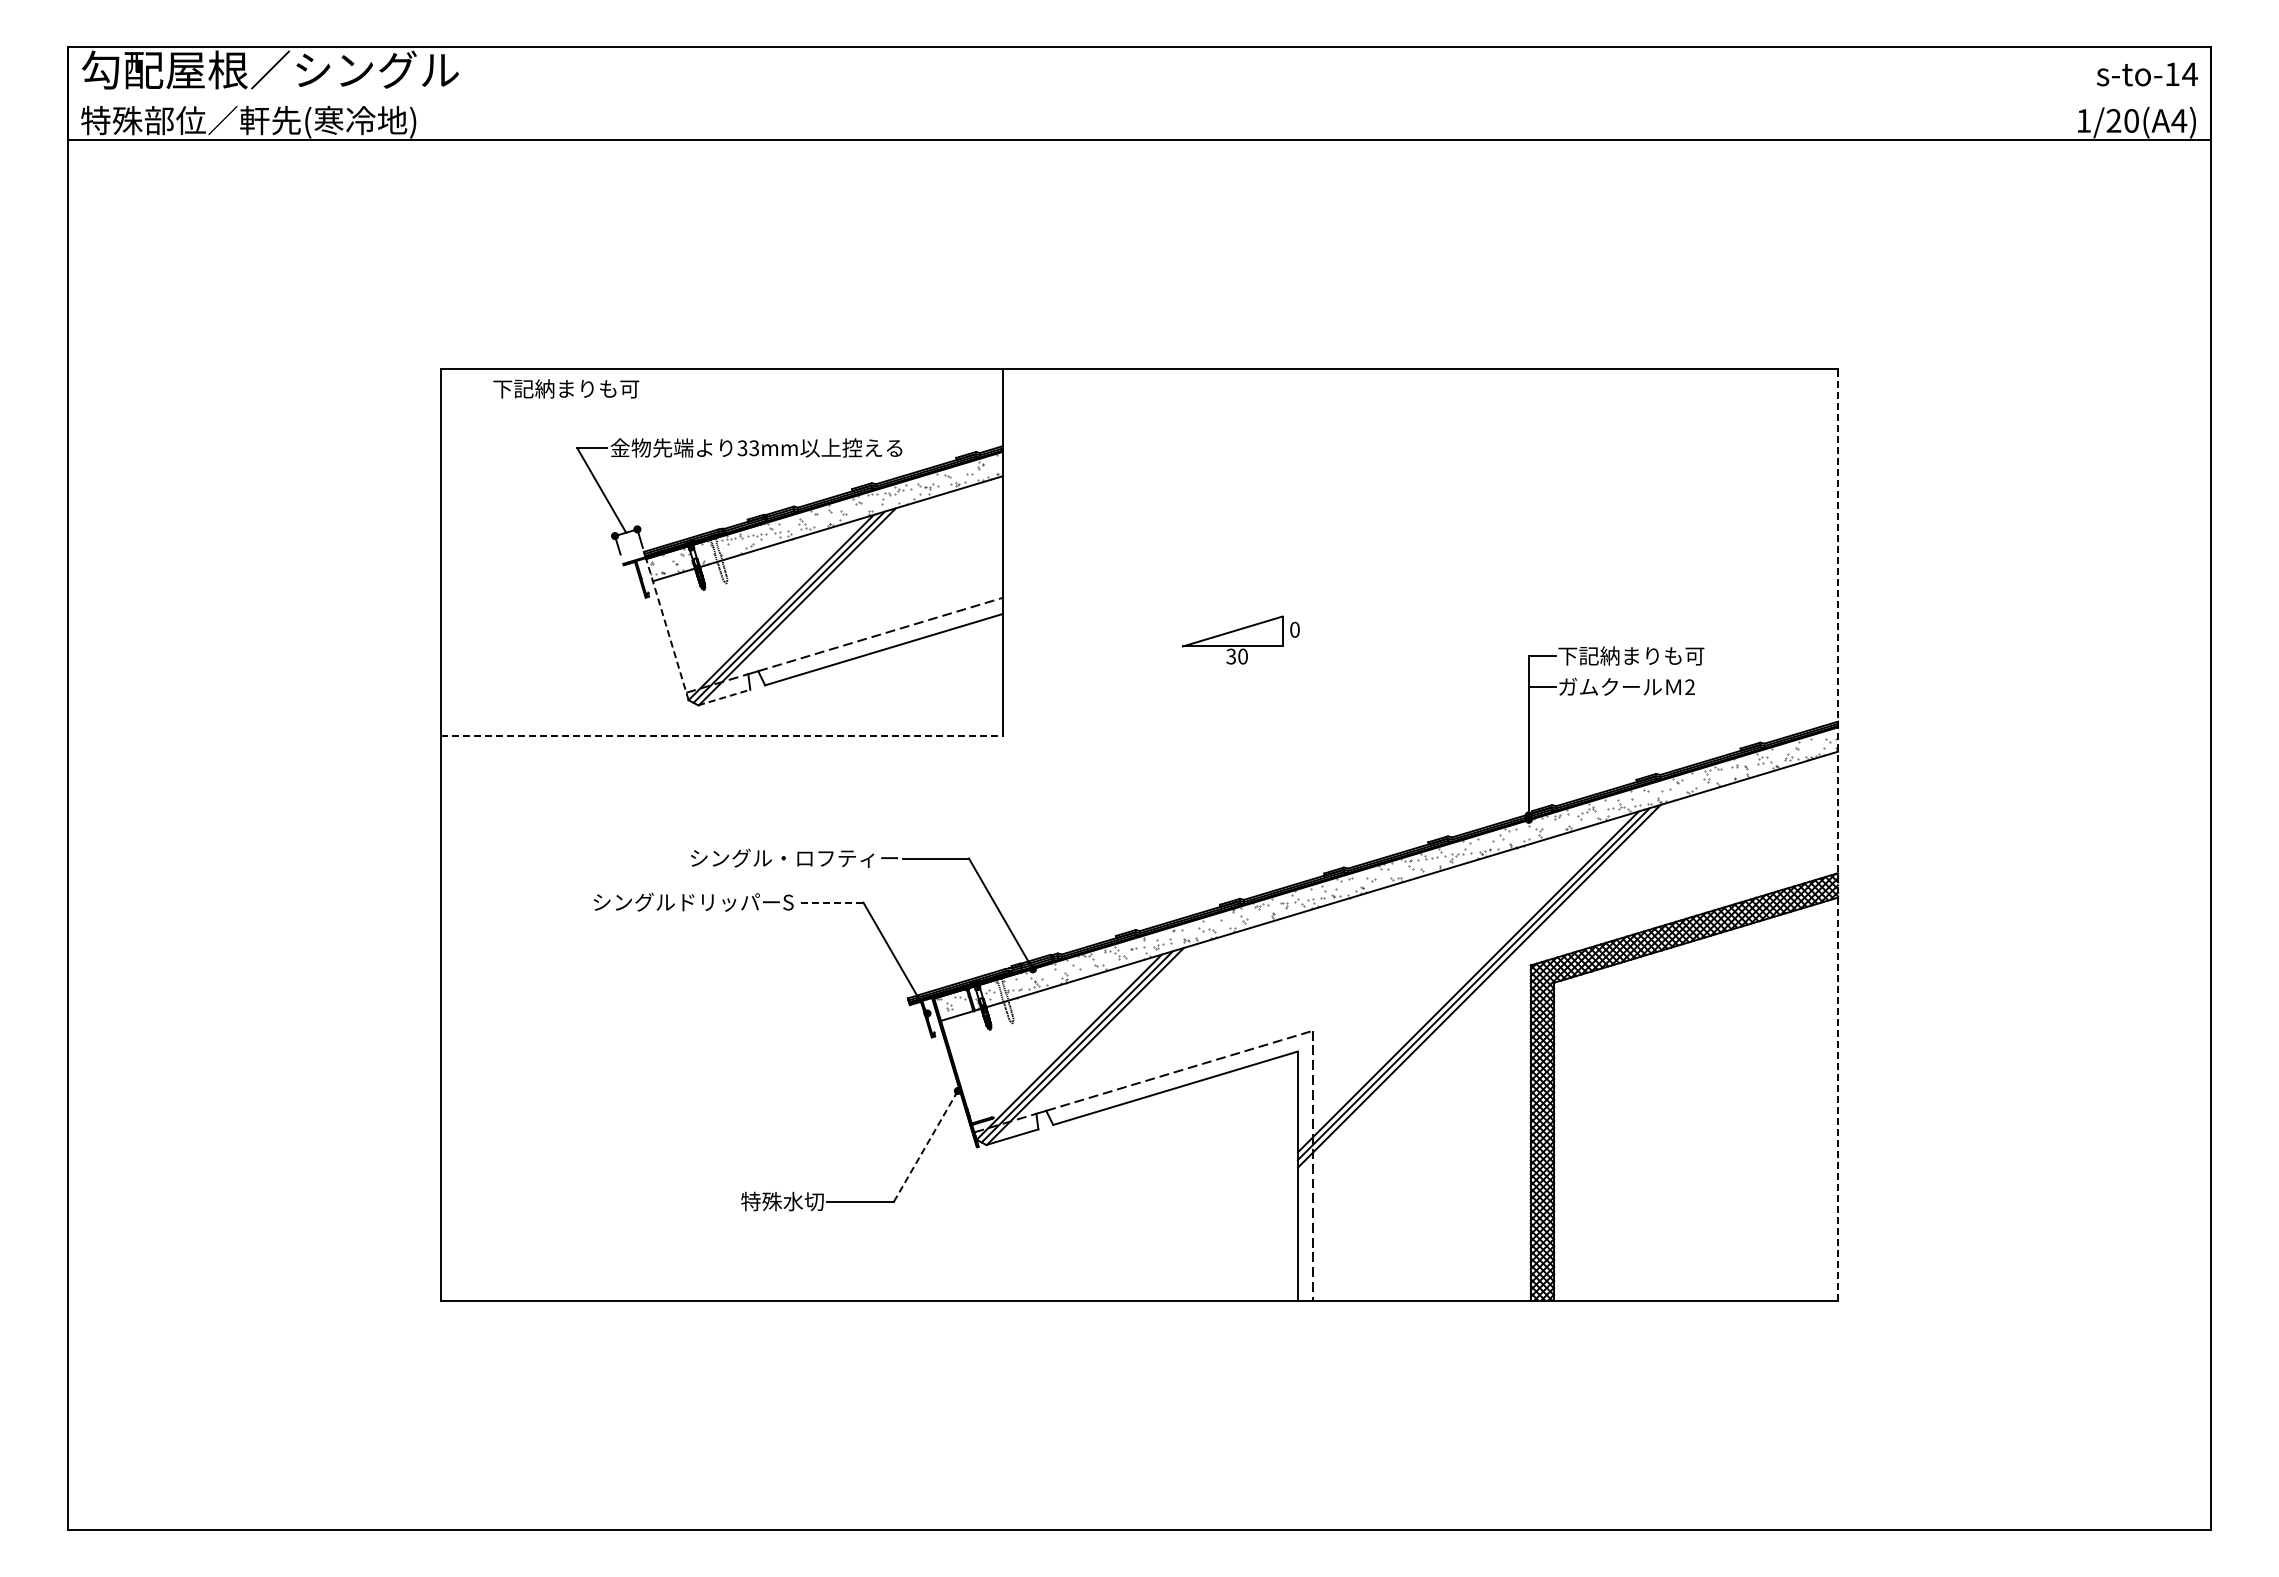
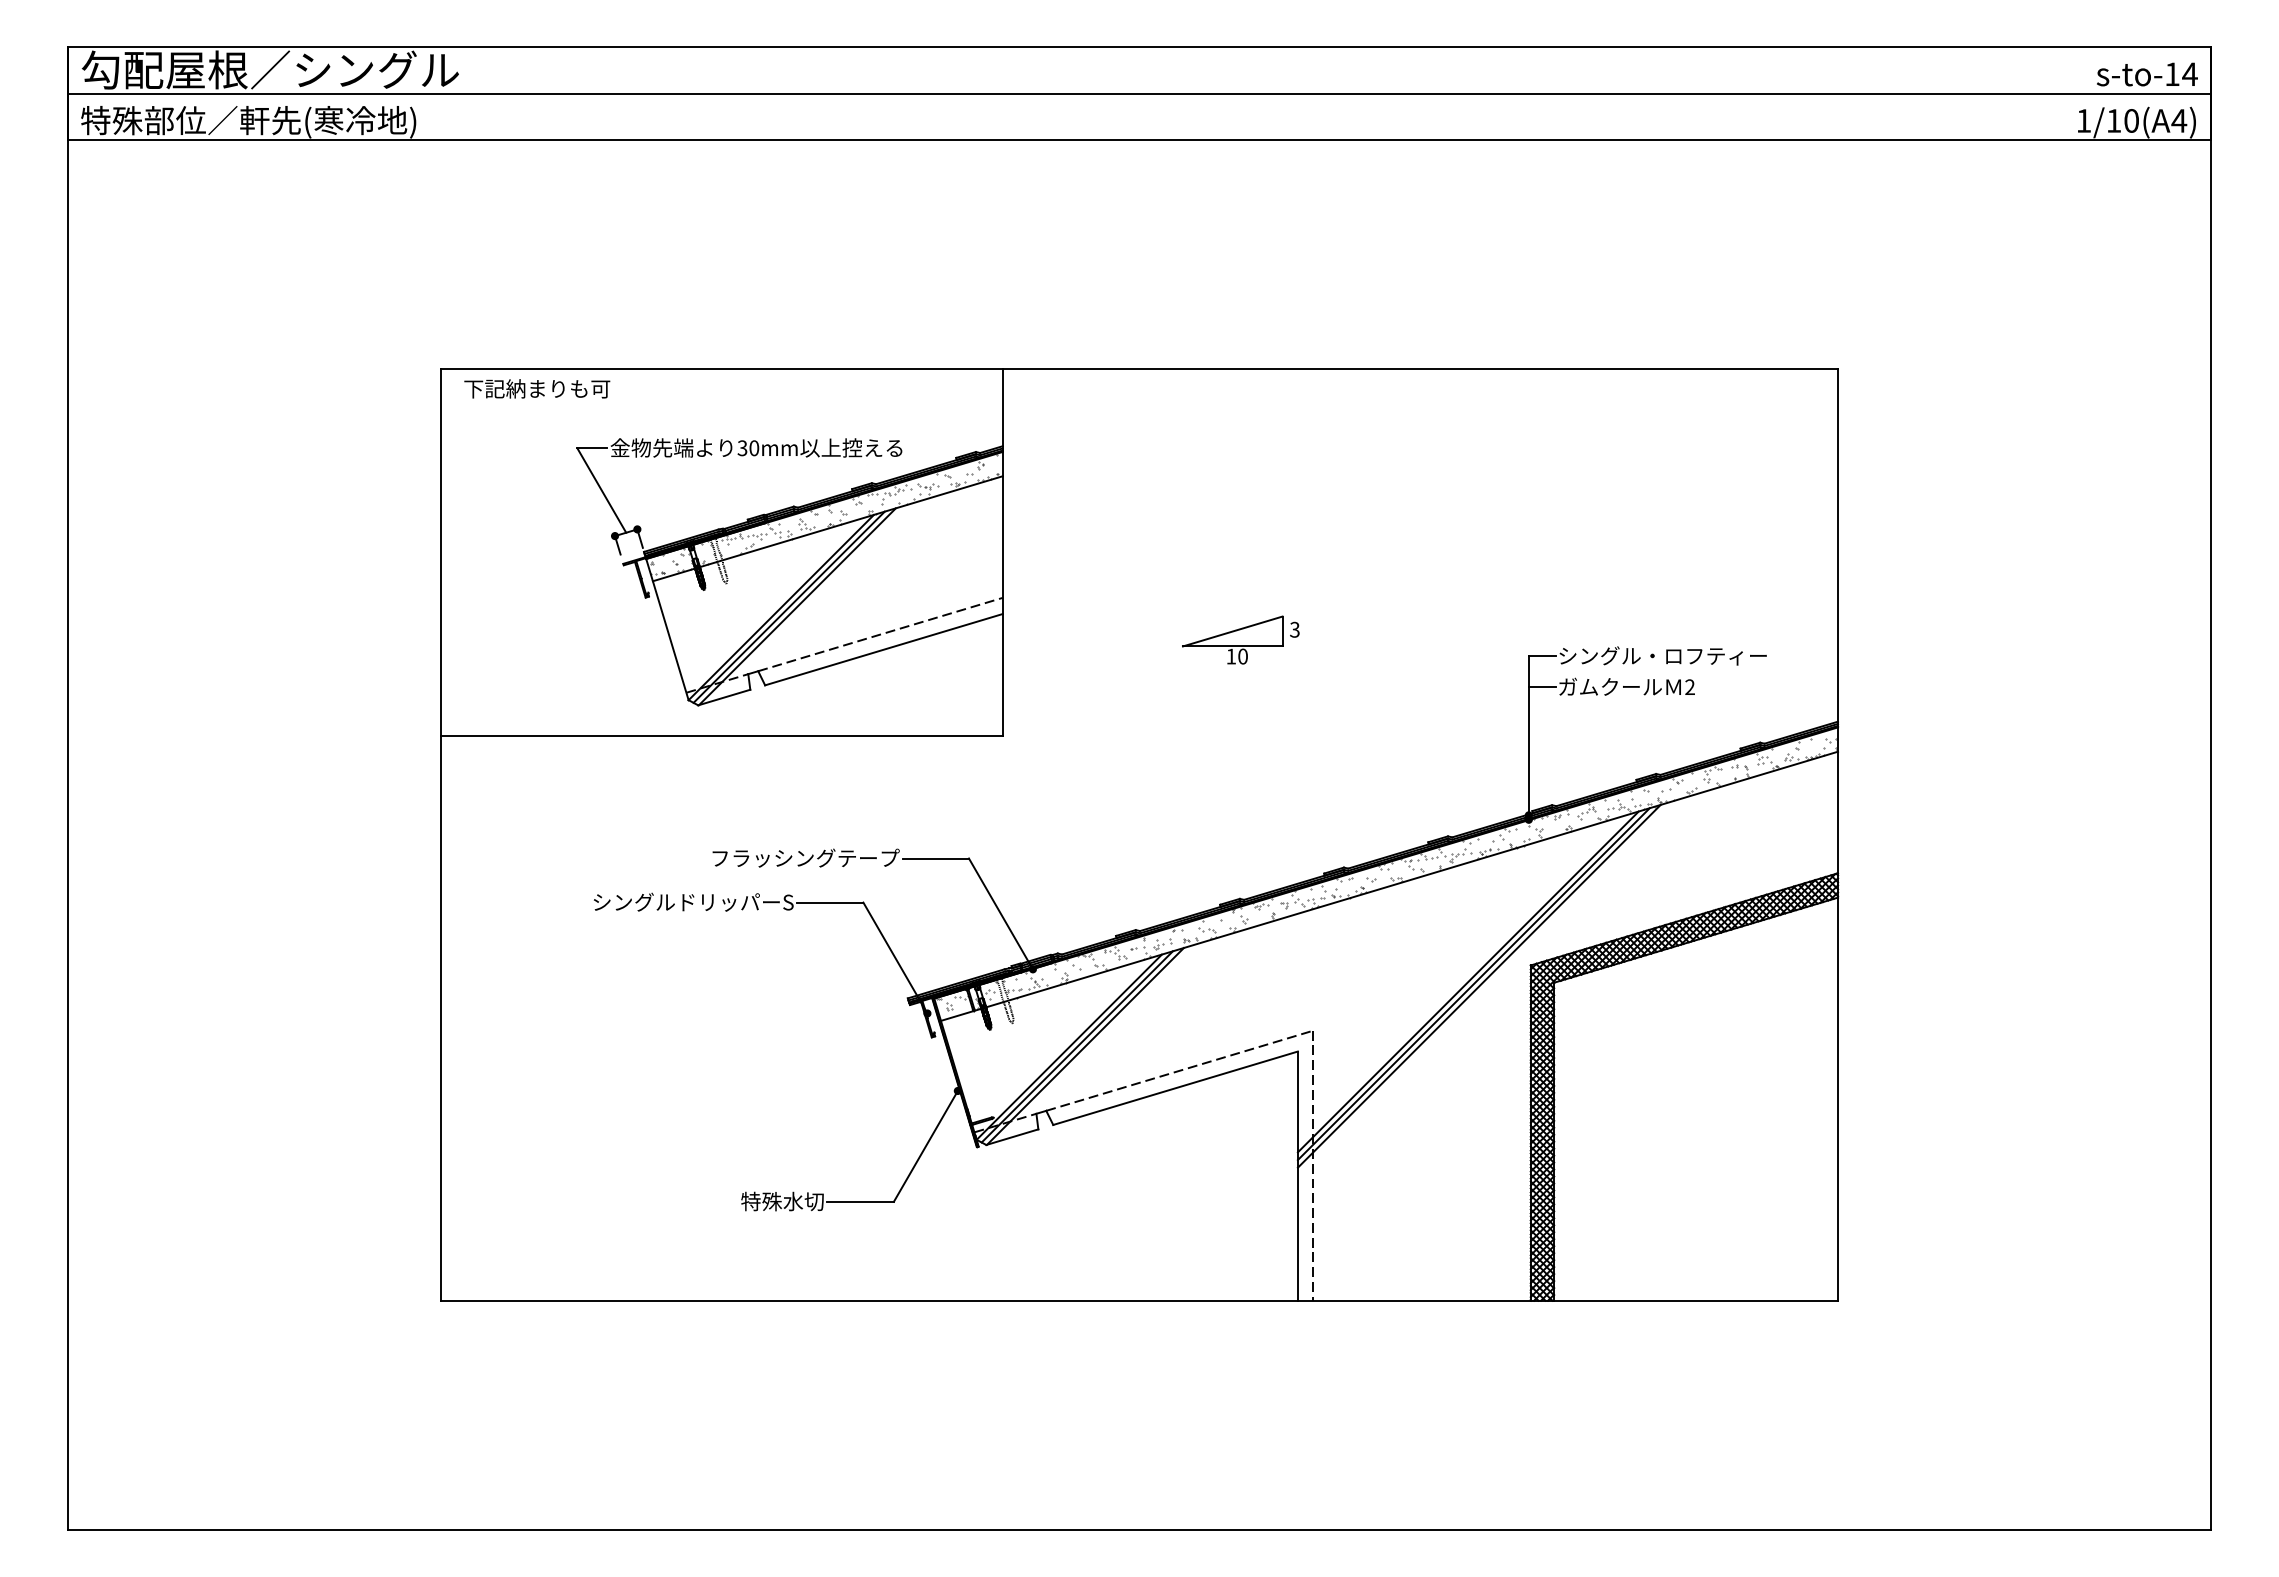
line at (1139, 93): none -> present
text at (2113, 120): 1/20(A4) -> 1/10(A4)
text at (566, 388) position: (566, 388) -> (537, 388)
text at (754, 448): 33mm -> 30mm
line at (667, 629): dashed -> solid
text at (1294, 629): 0 -> 3
text at (1662, 655): 下記納まりも可 -> シングル・ロフティー
text at (1230, 656): 30 -> 10
line at (724, 697): dashed -> solid
line at (721, 736): dashed -> solid
line at (1838, 835): dashed -> solid
text at (795, 857): シングル・ロフティー -> フラッシングテープ
line at (829, 902): dashed -> solid
line at (925, 1146): dashed -> solid
